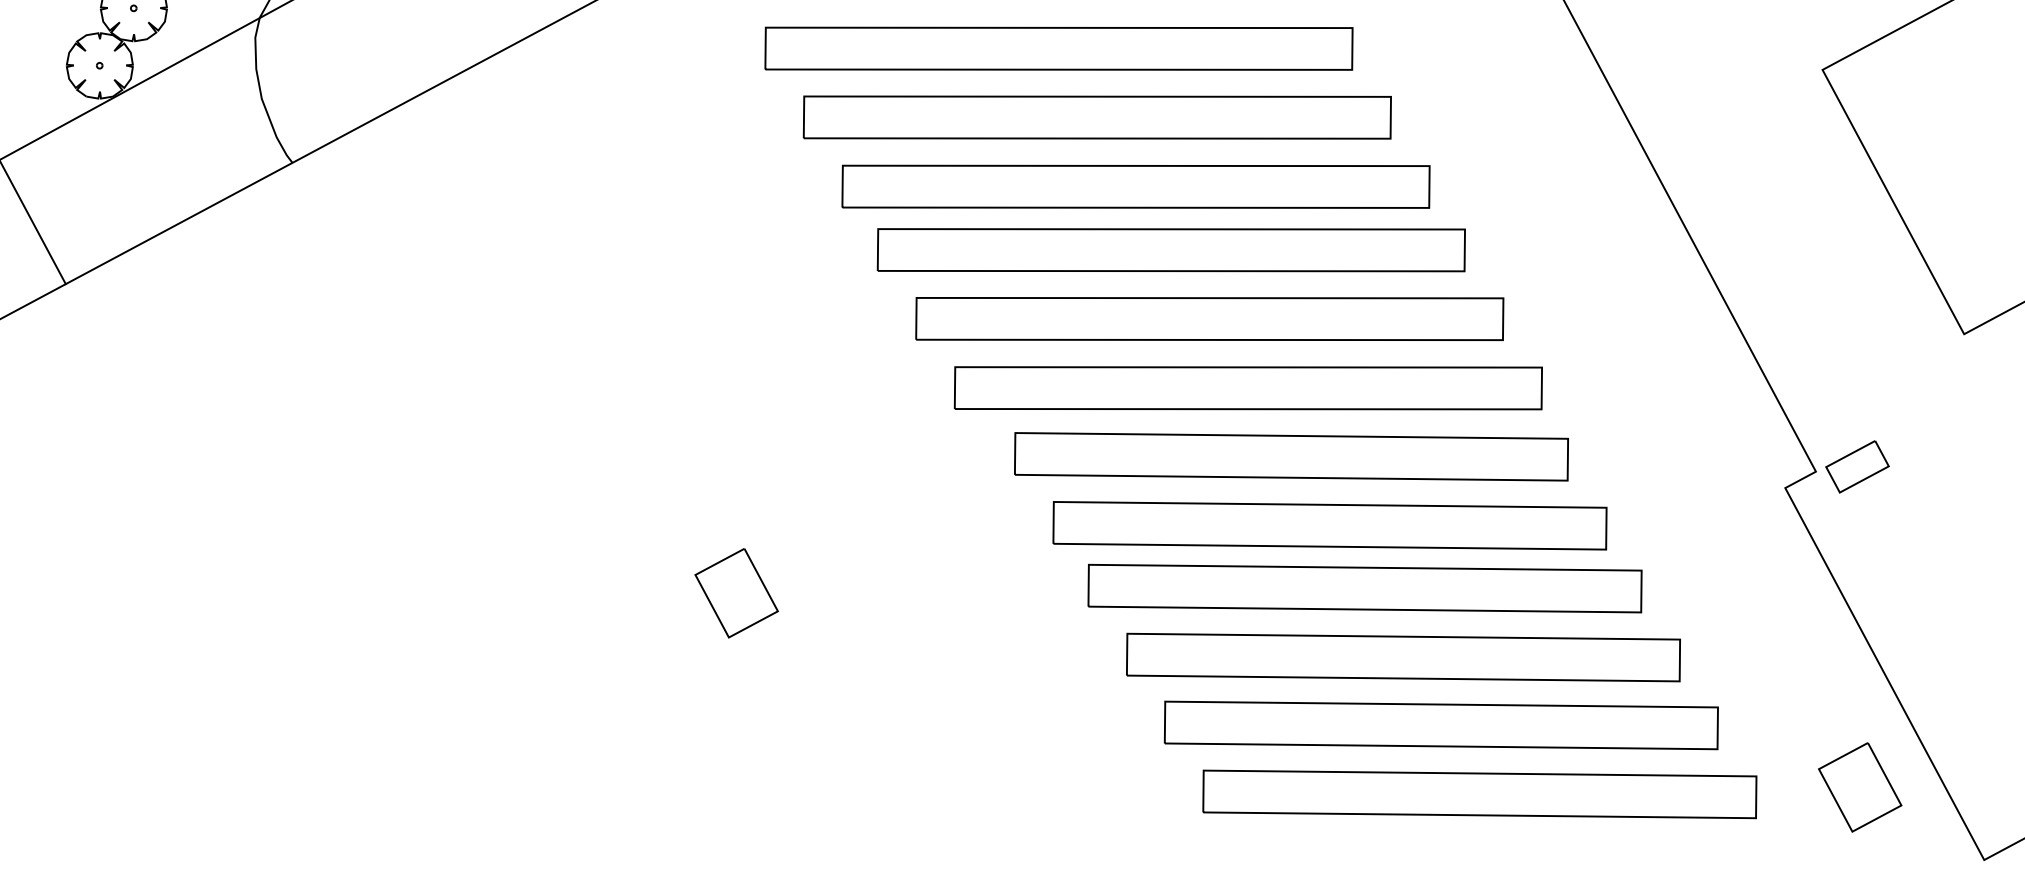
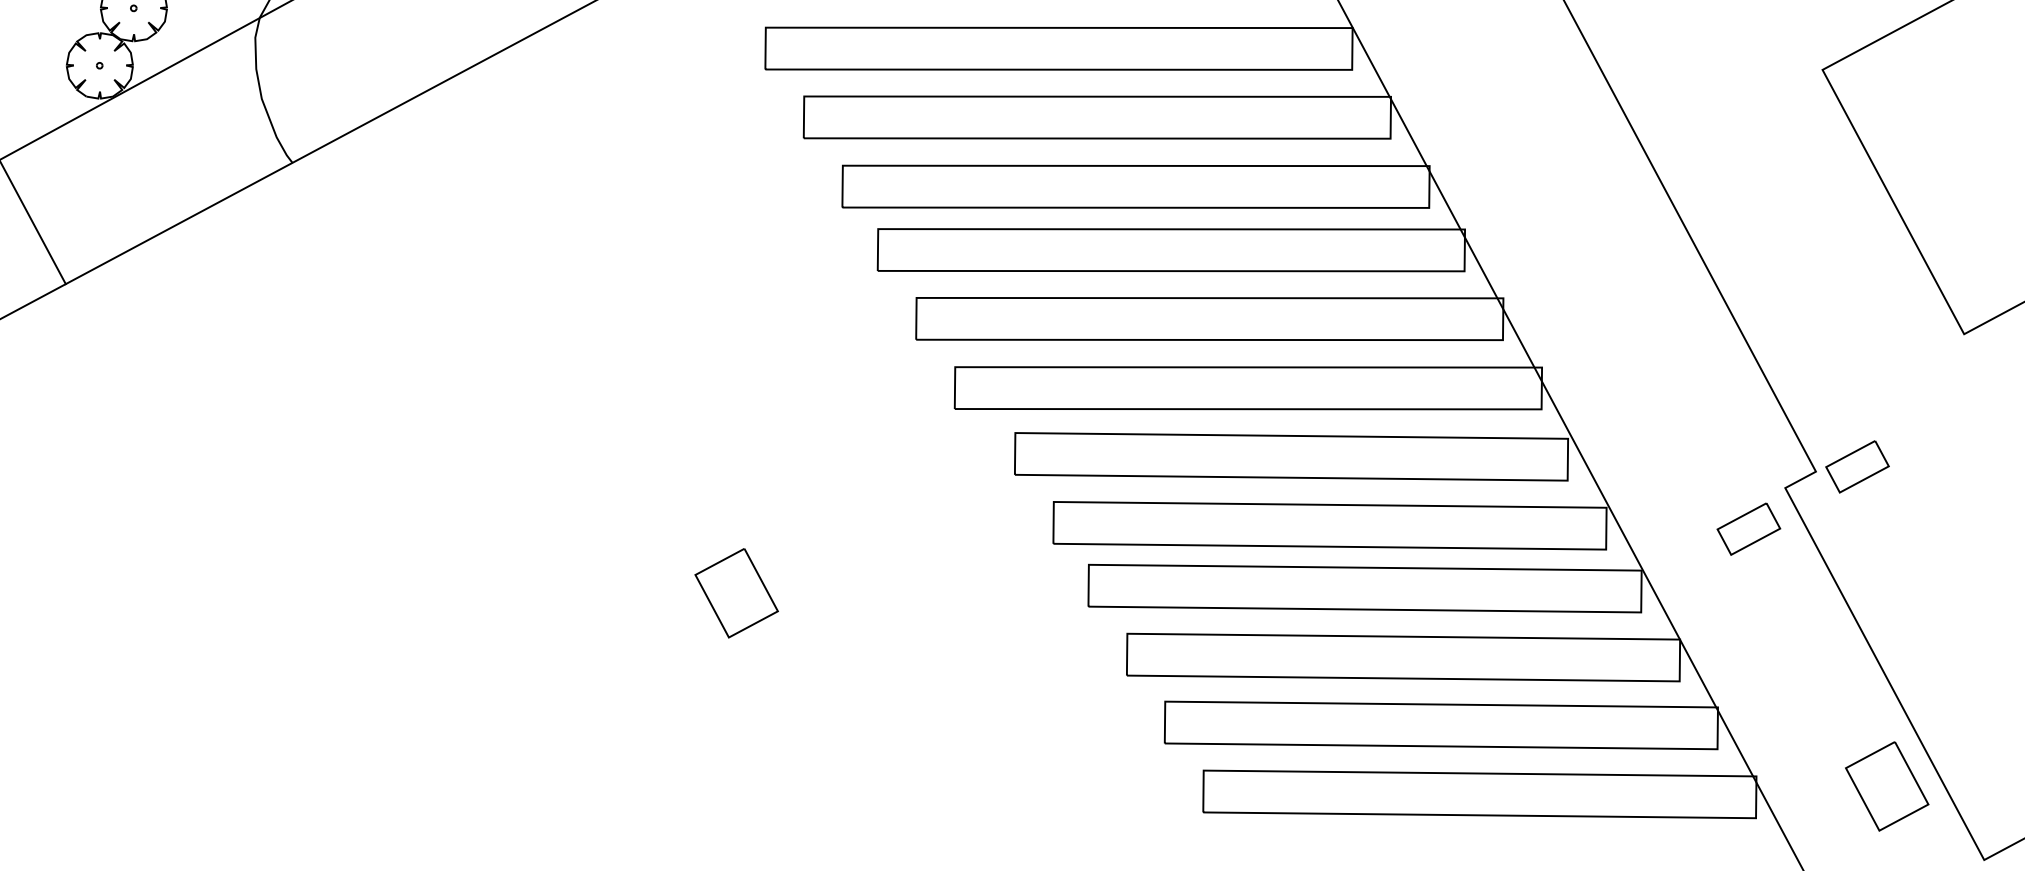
line at (1570, 434): none -> present
part at (1748, 528): none -> present
part at (1860, 787) position: (1860, 787) -> (1887, 786)
